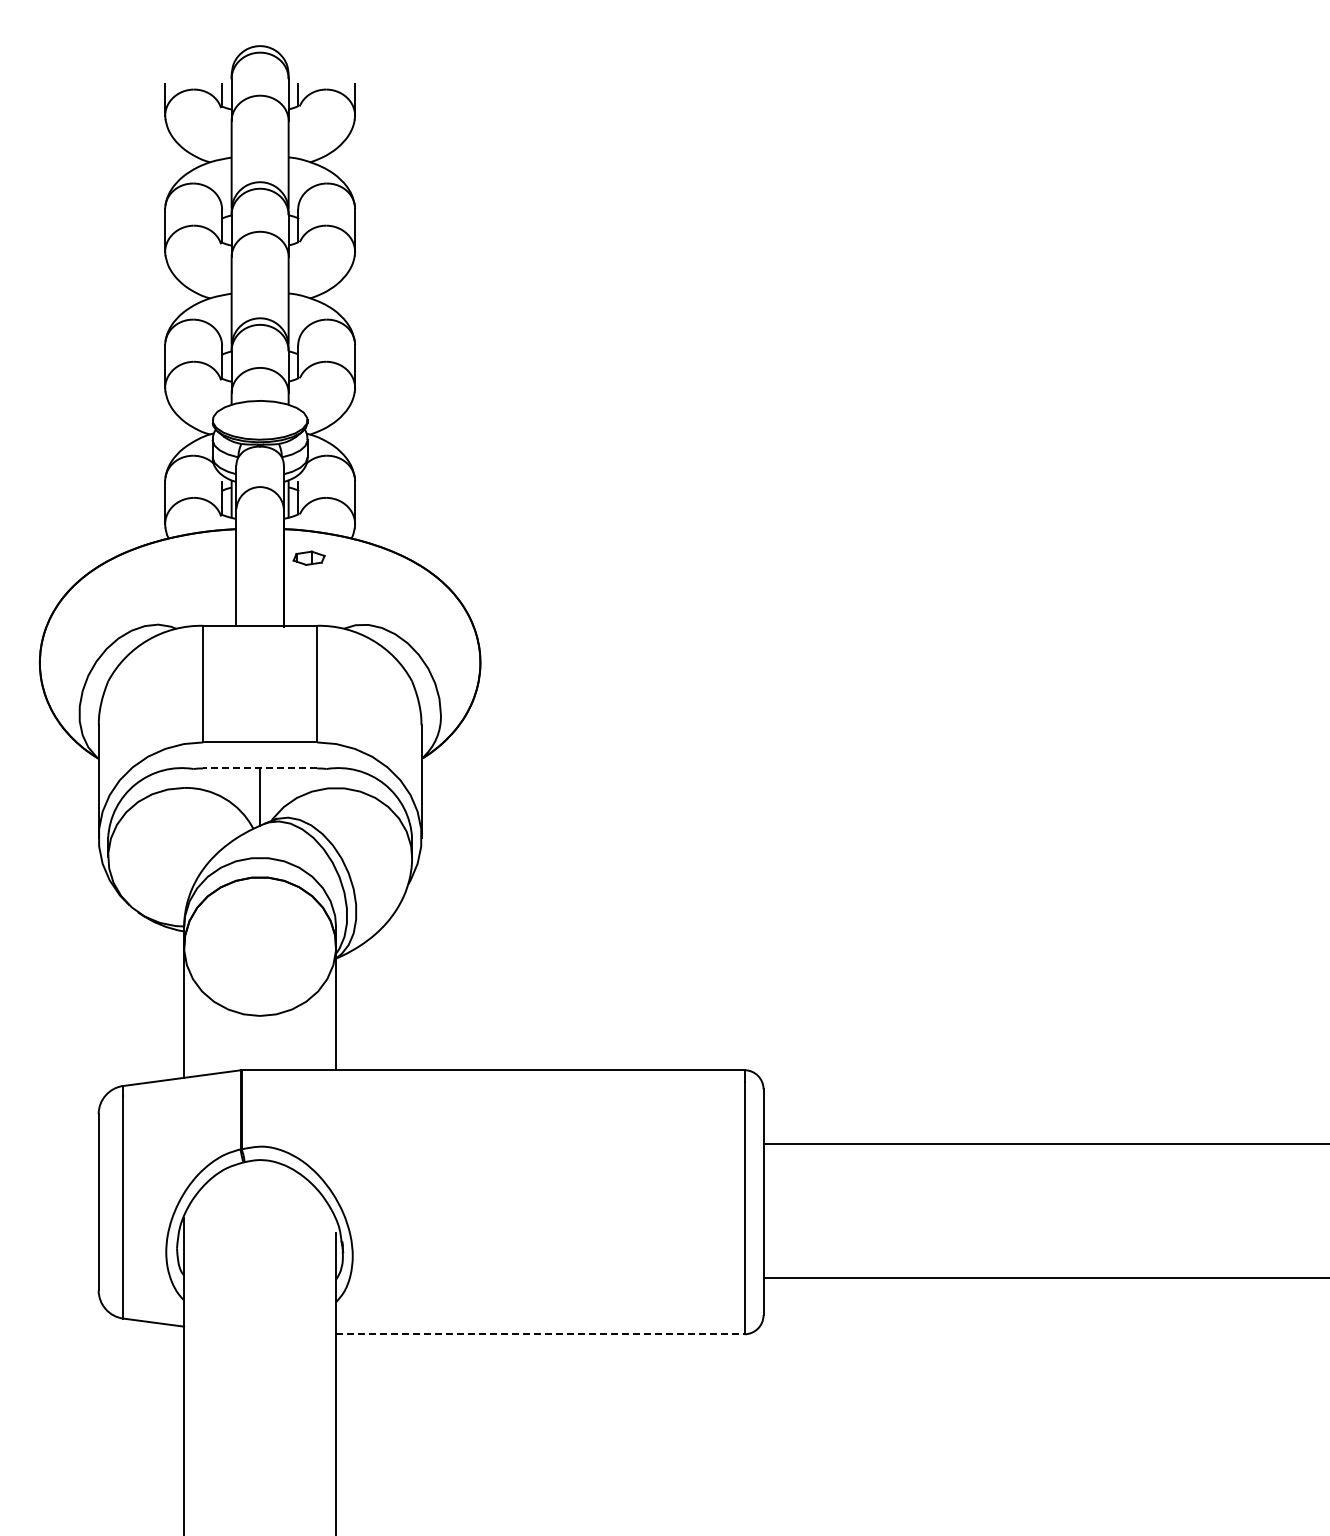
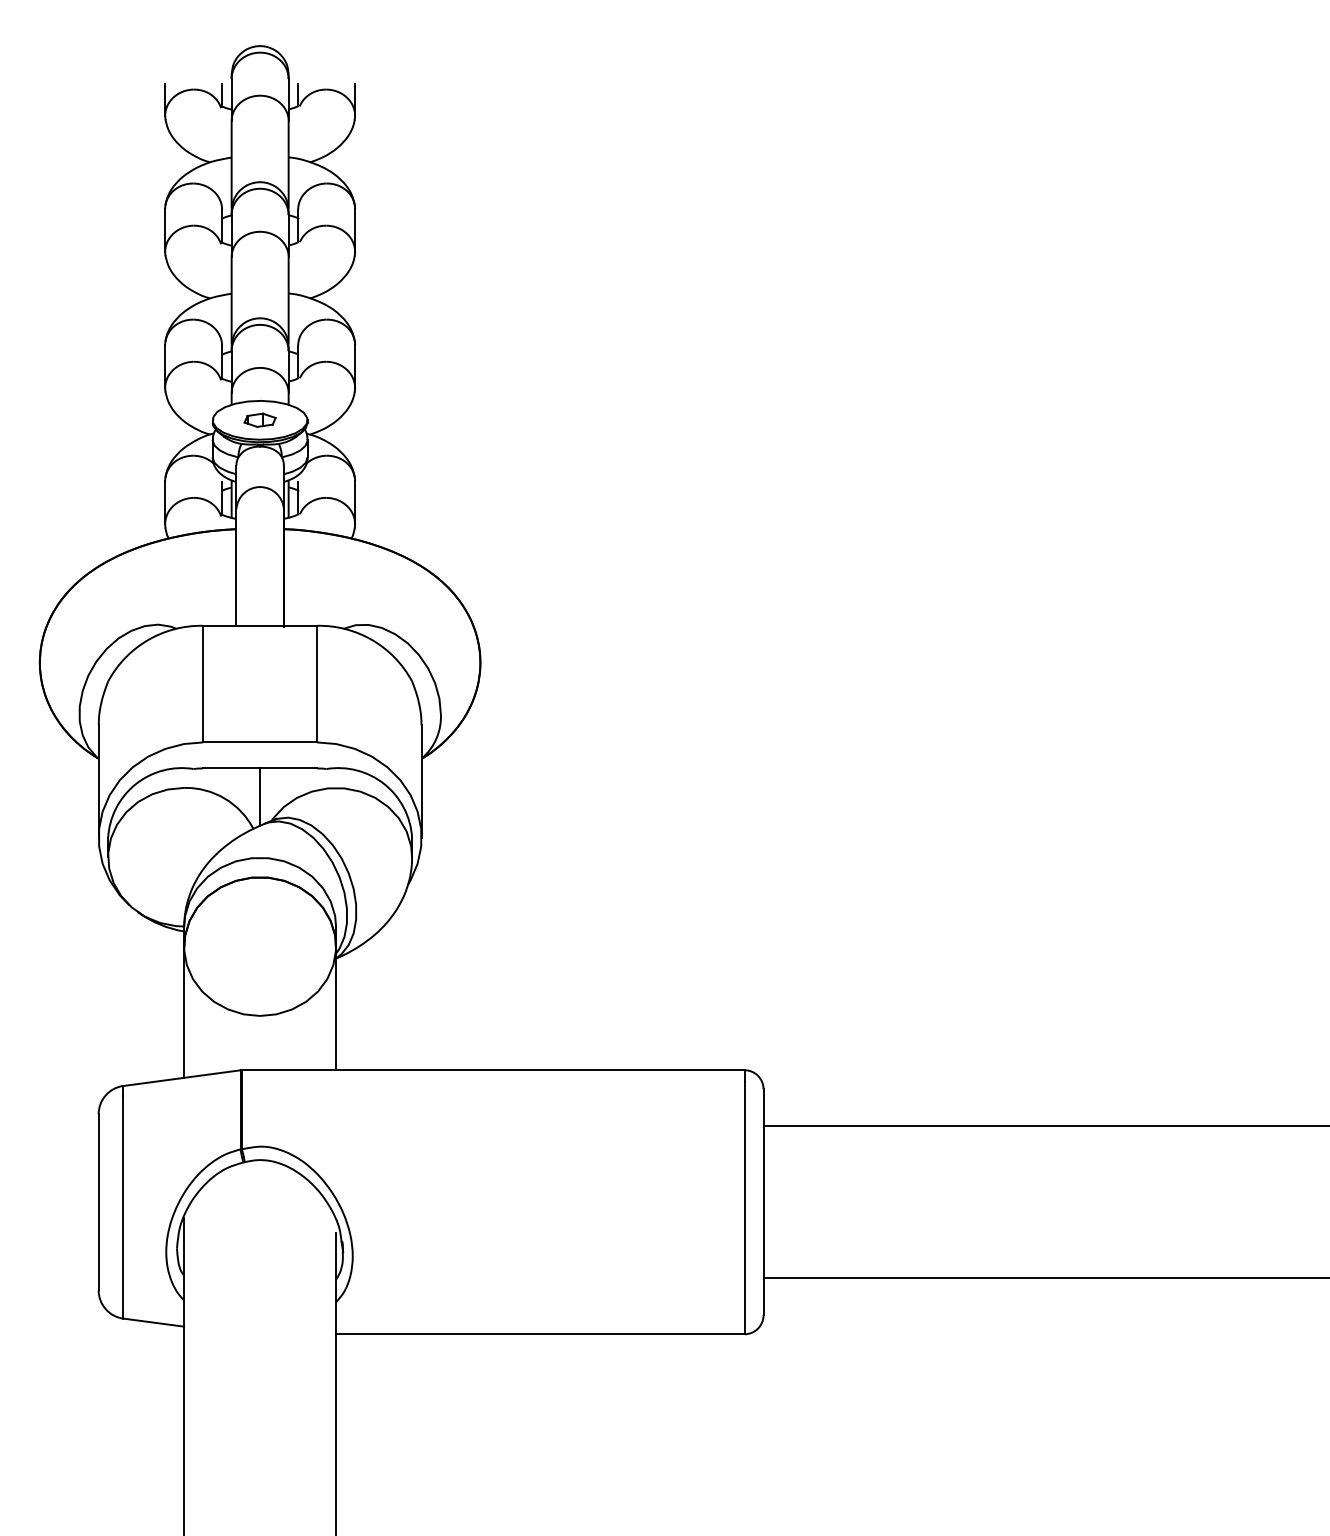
part at (308, 557) position: (308, 557) -> (259, 419)
line at (260, 768): dashed -> solid
line at (1044, 1144) position: (1044, 1144) -> (1044, 1126)
line at (540, 1334): dashed -> solid
